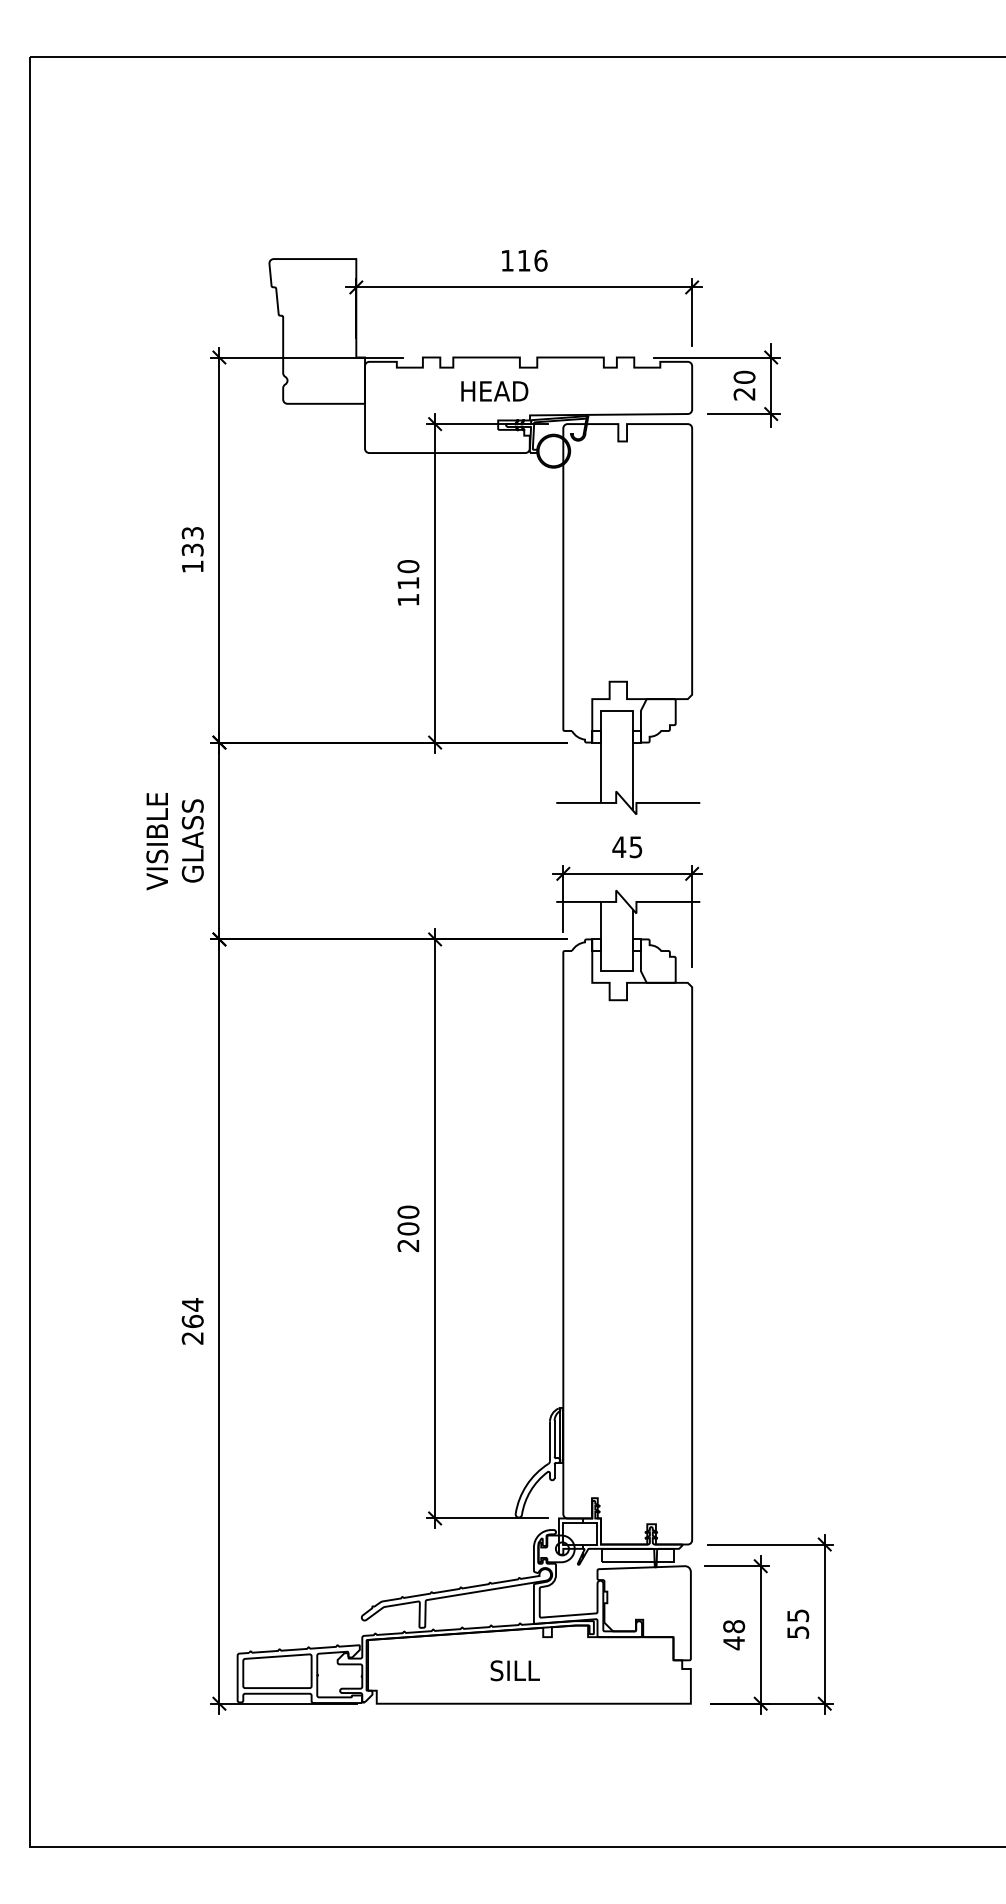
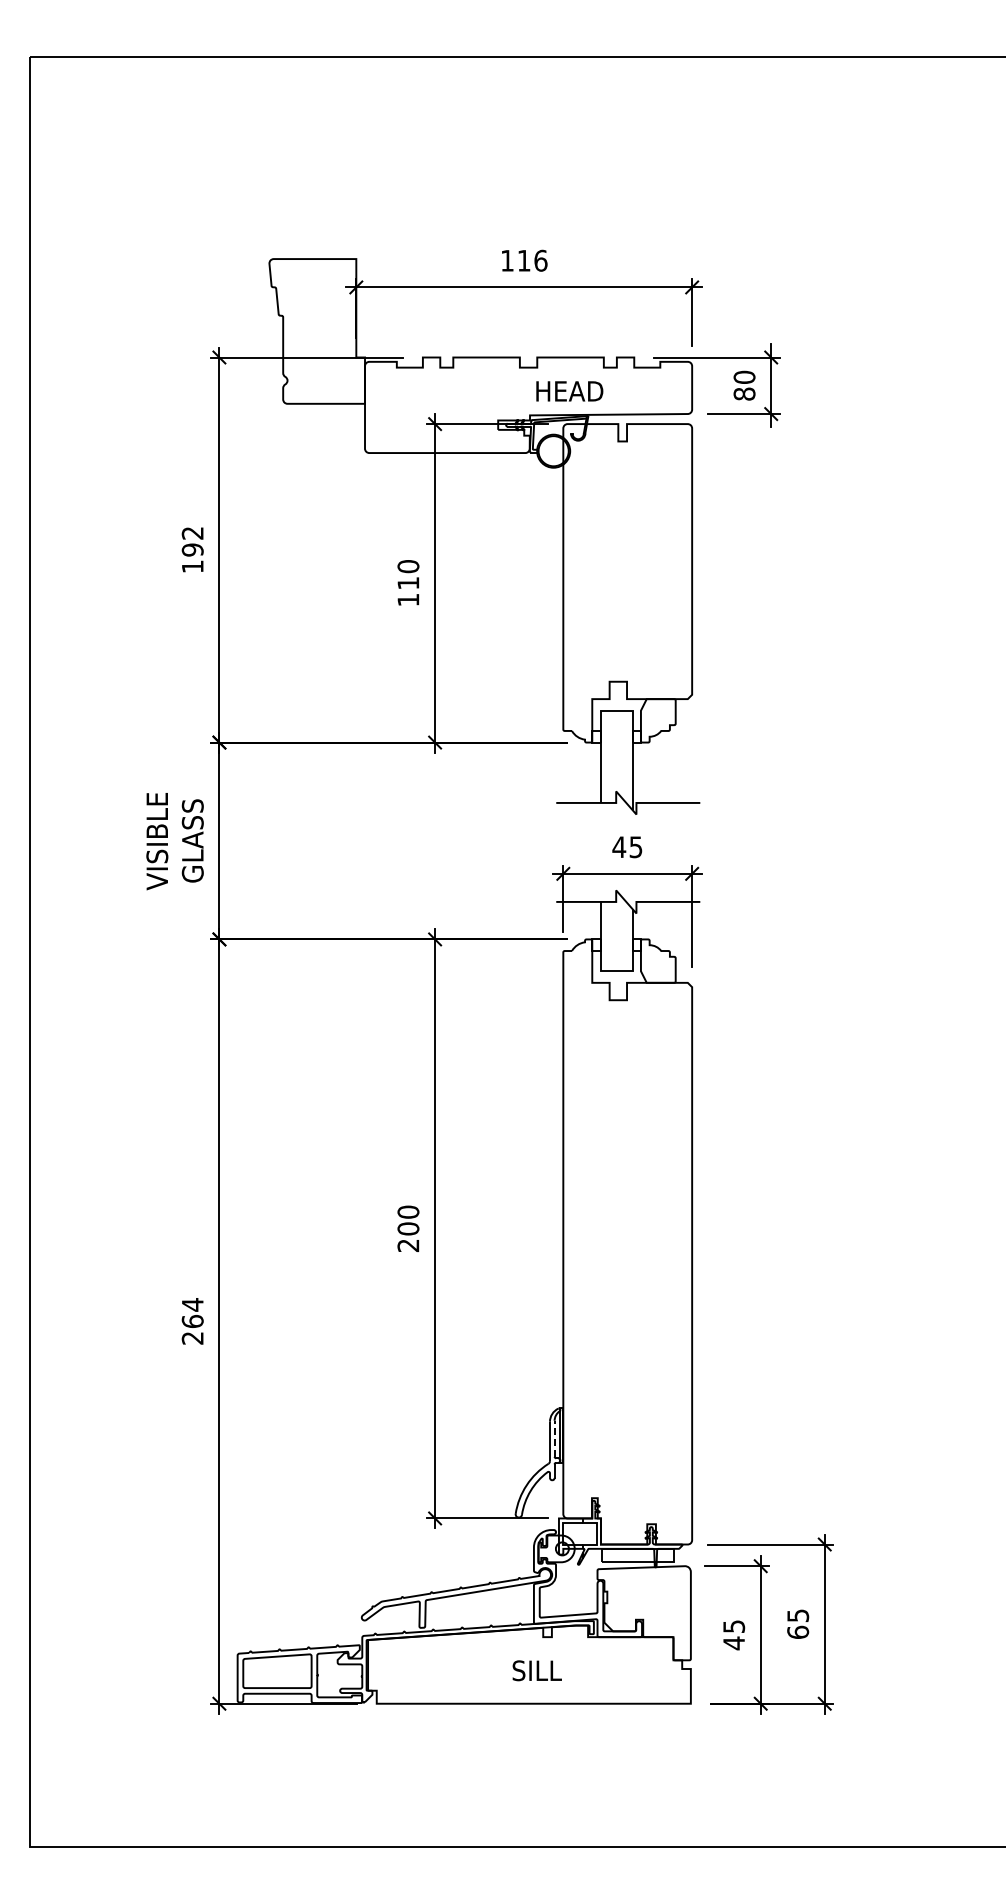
text at (494, 391) position: (494, 391) -> (569, 391)
text at (744, 393): 20 -> 80
text at (192, 541): 133 -> 192
line at (554, 1438): solid -> dashed
text at (734, 1626): 48 -> 45
text at (798, 1631): 55 -> 65
text at (514, 1670) position: (514, 1670) -> (536, 1670)
